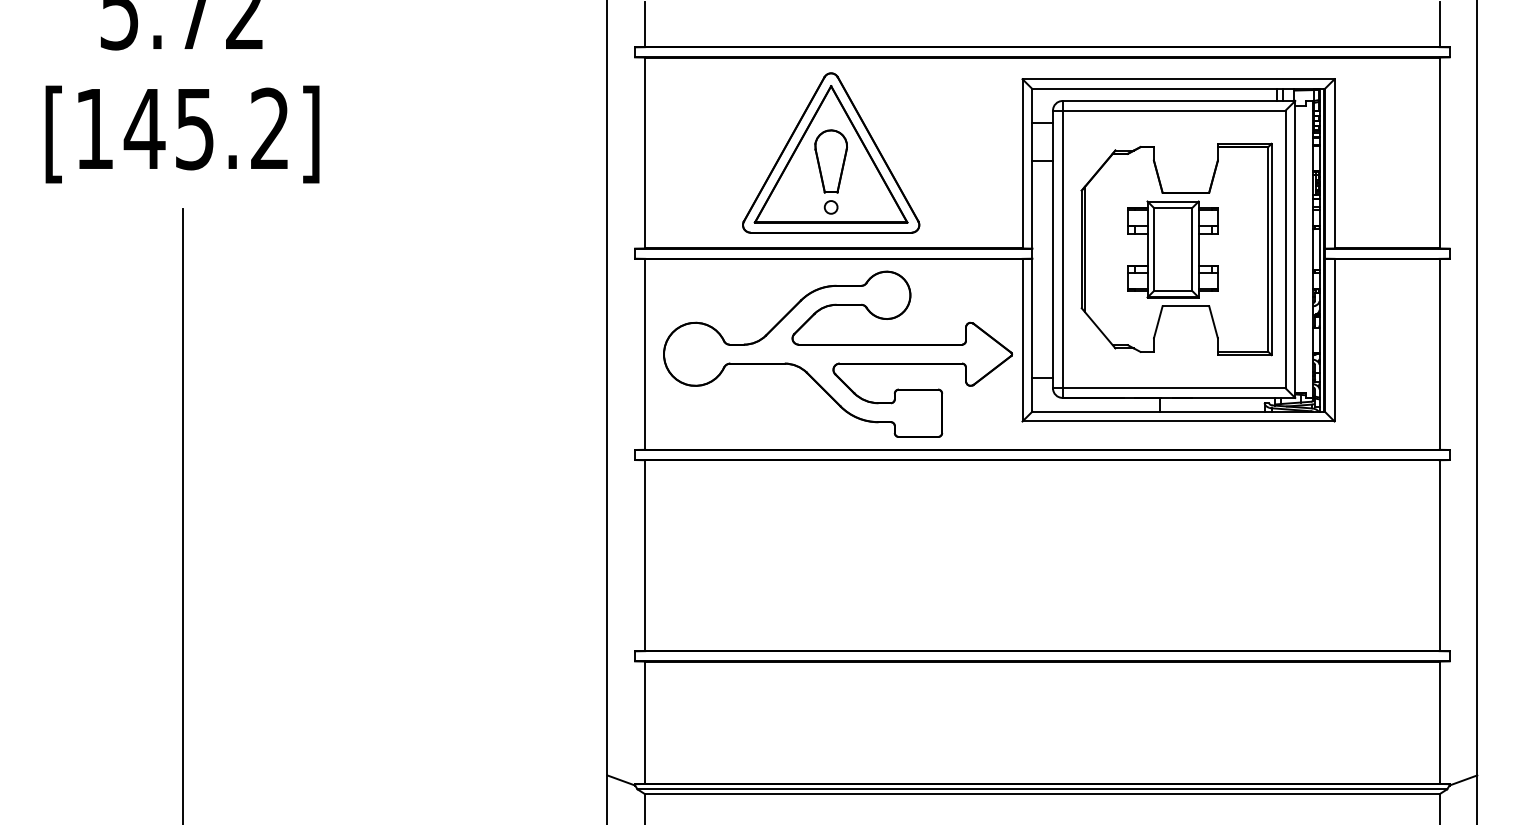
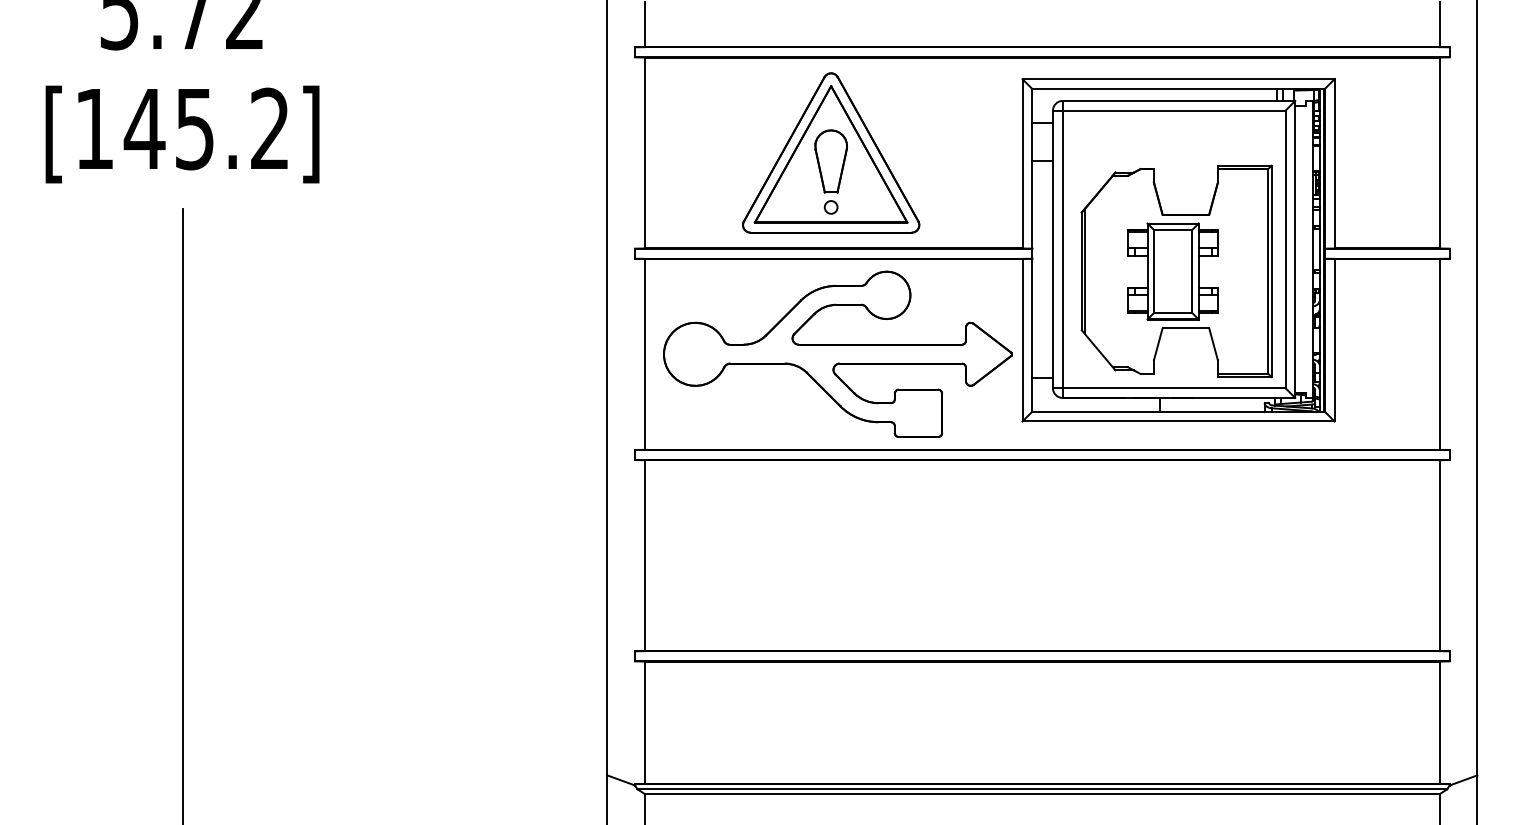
part at (1176, 249) position: (1176, 249) -> (1176, 271)
